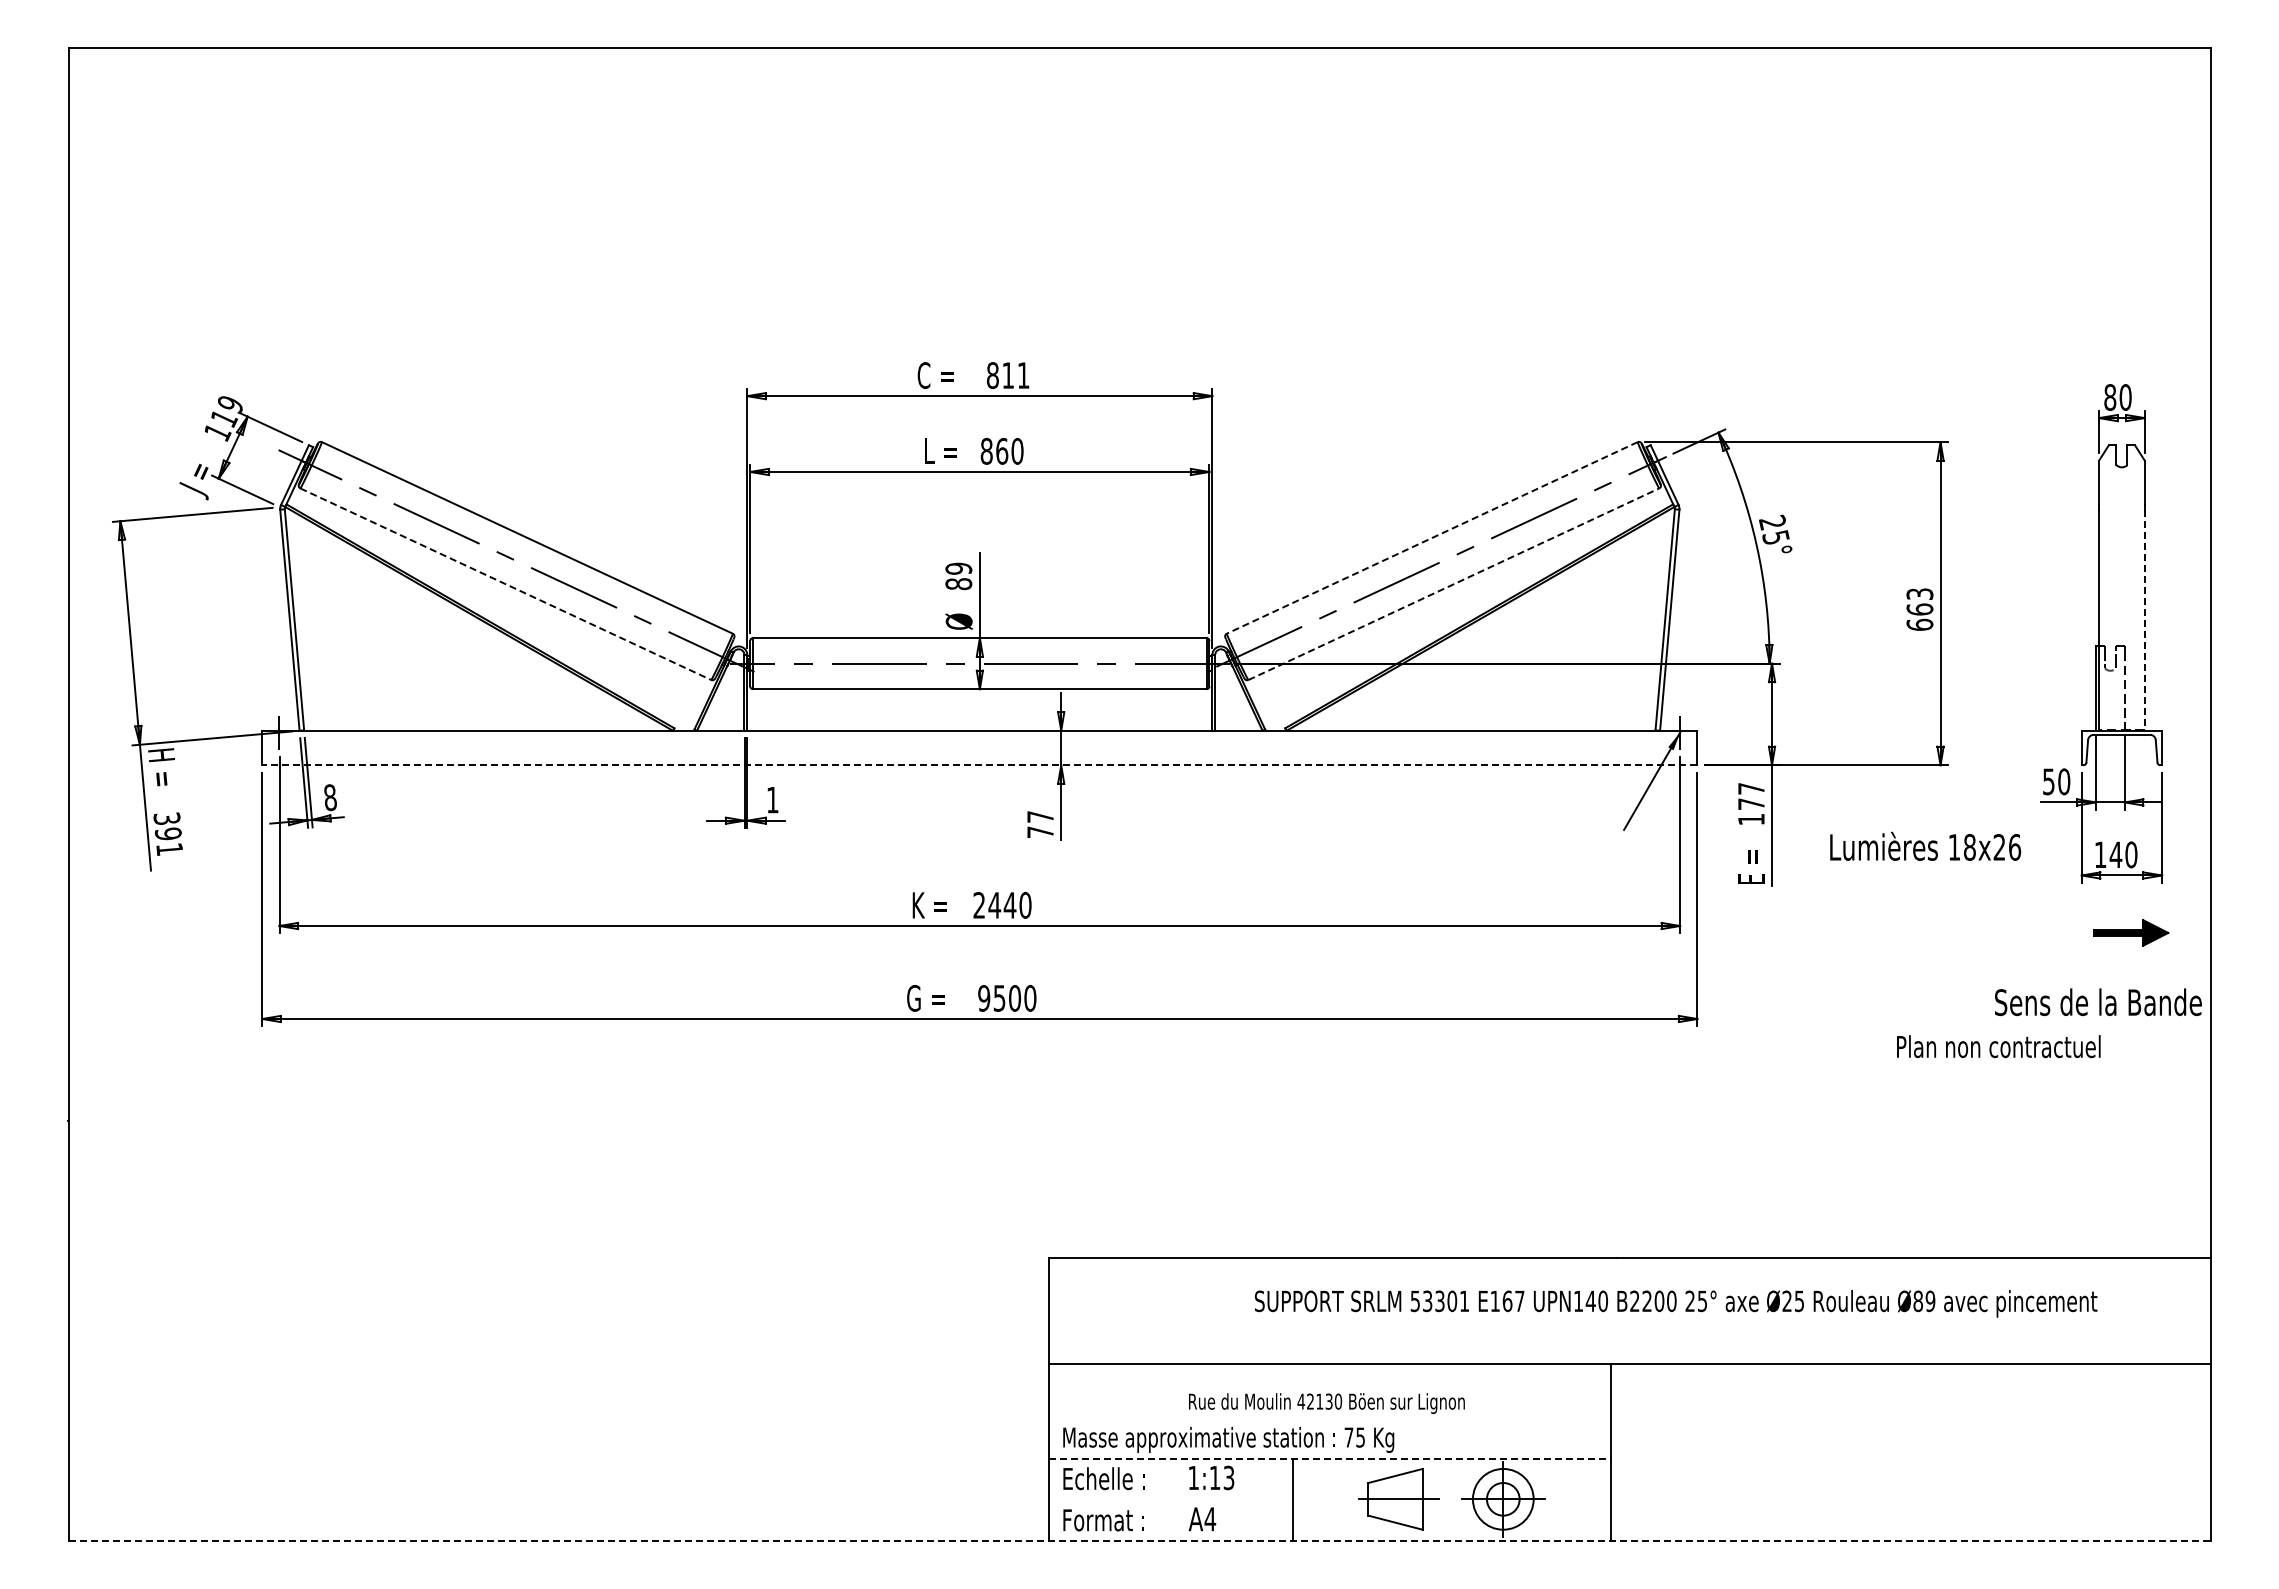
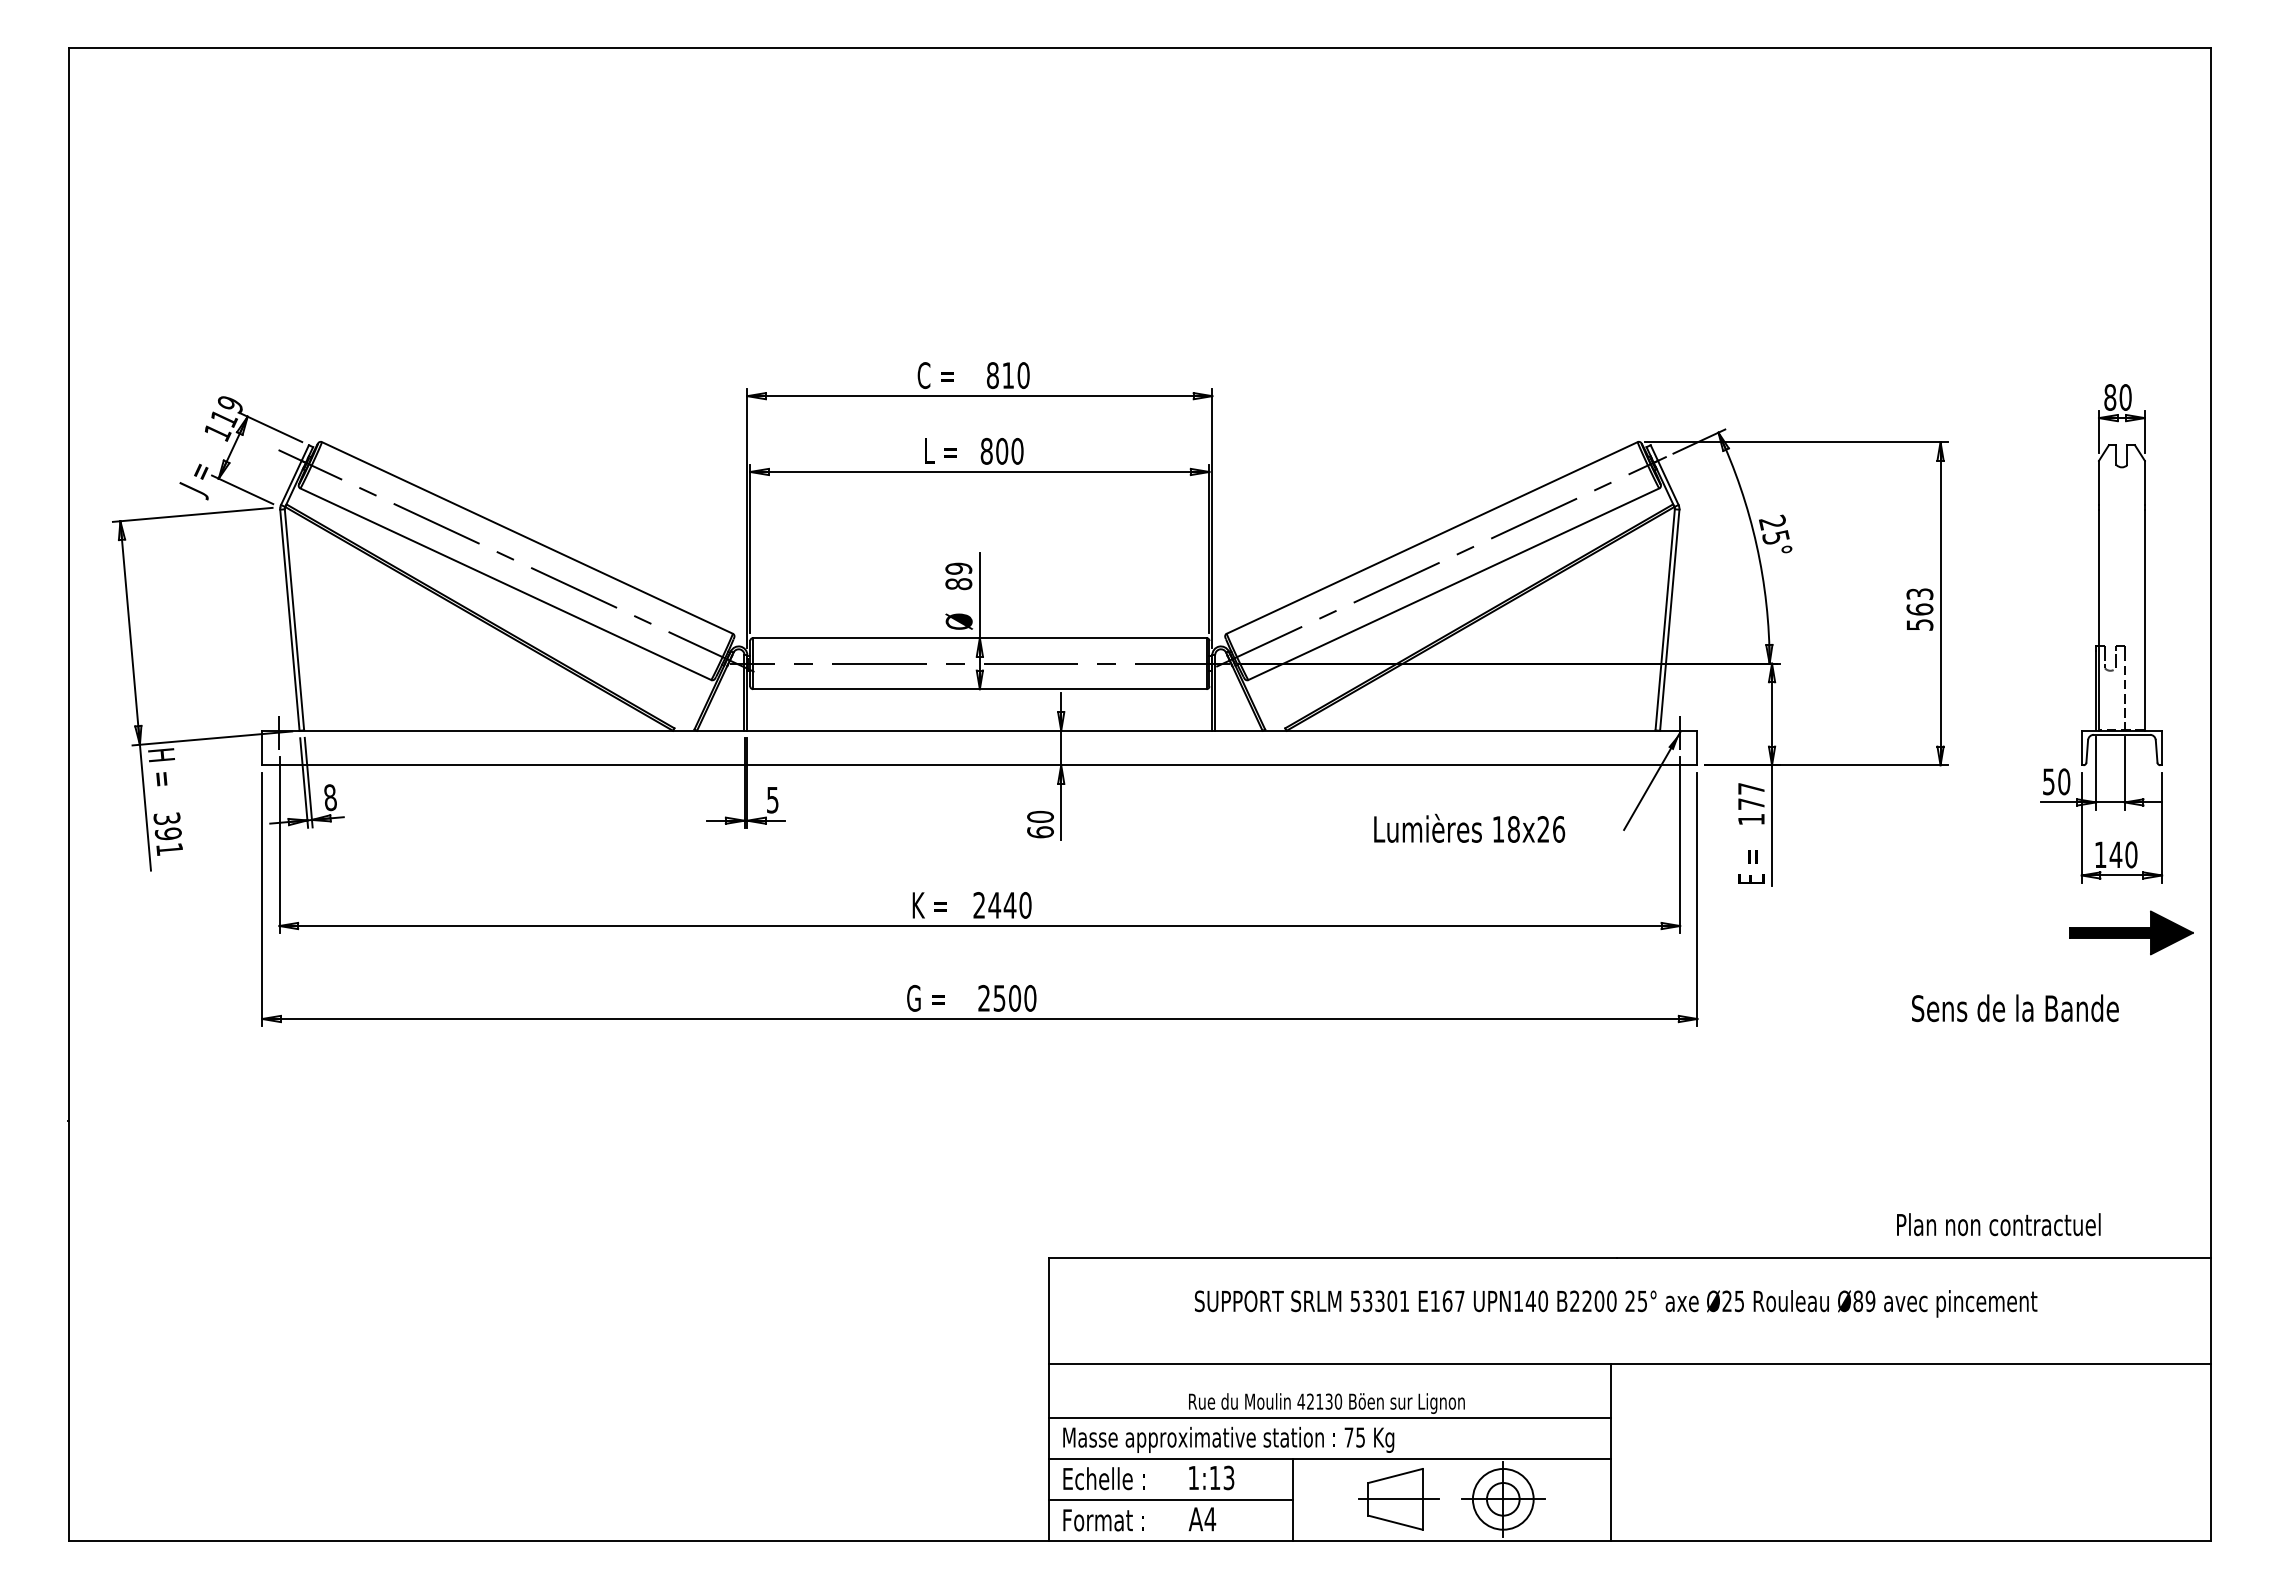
text at (1023, 375): 811 -> 810
text at (1002, 450): 860 -> 800
line at (1432, 537): dashed -> solid
line at (505, 584): dashed -> solid
line at (1453, 584): dashed -> solid
line at (2144, 620): dashed -> solid
text at (1919, 624): 663 -> 563
line at (979, 765): dashed -> solid
text at (772, 800): 1 -> 5
text at (1040, 824): 77 -> 60
text at (1925, 845) position: (1925, 845) -> (1469, 827)
part at (2131, 932) size: 77x28 px -> 125x46 px
text at (984, 998): 9500 -> 2500
text at (2098, 1002) position: (2098, 1002) -> (2015, 1008)
text at (1998, 1046) position: (1998, 1046) -> (1998, 1224)
text at (1676, 1303) position: (1676, 1303) -> (1616, 1303)
line at (1330, 1418): none -> present
line at (1330, 1459): dashed -> solid
line at (1170, 1500): none -> present
line at (1139, 1541): dashed -> solid
